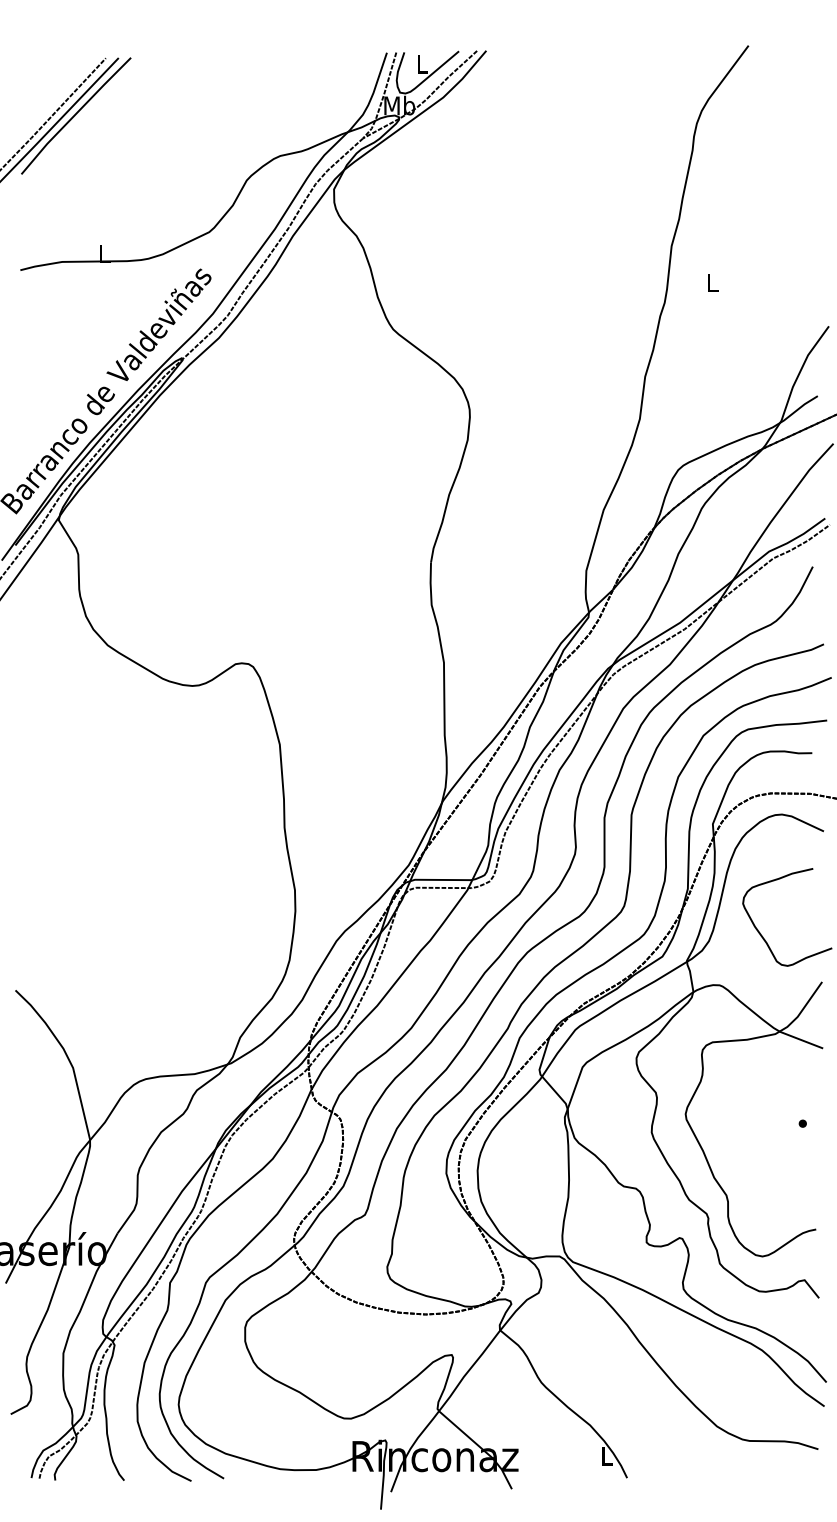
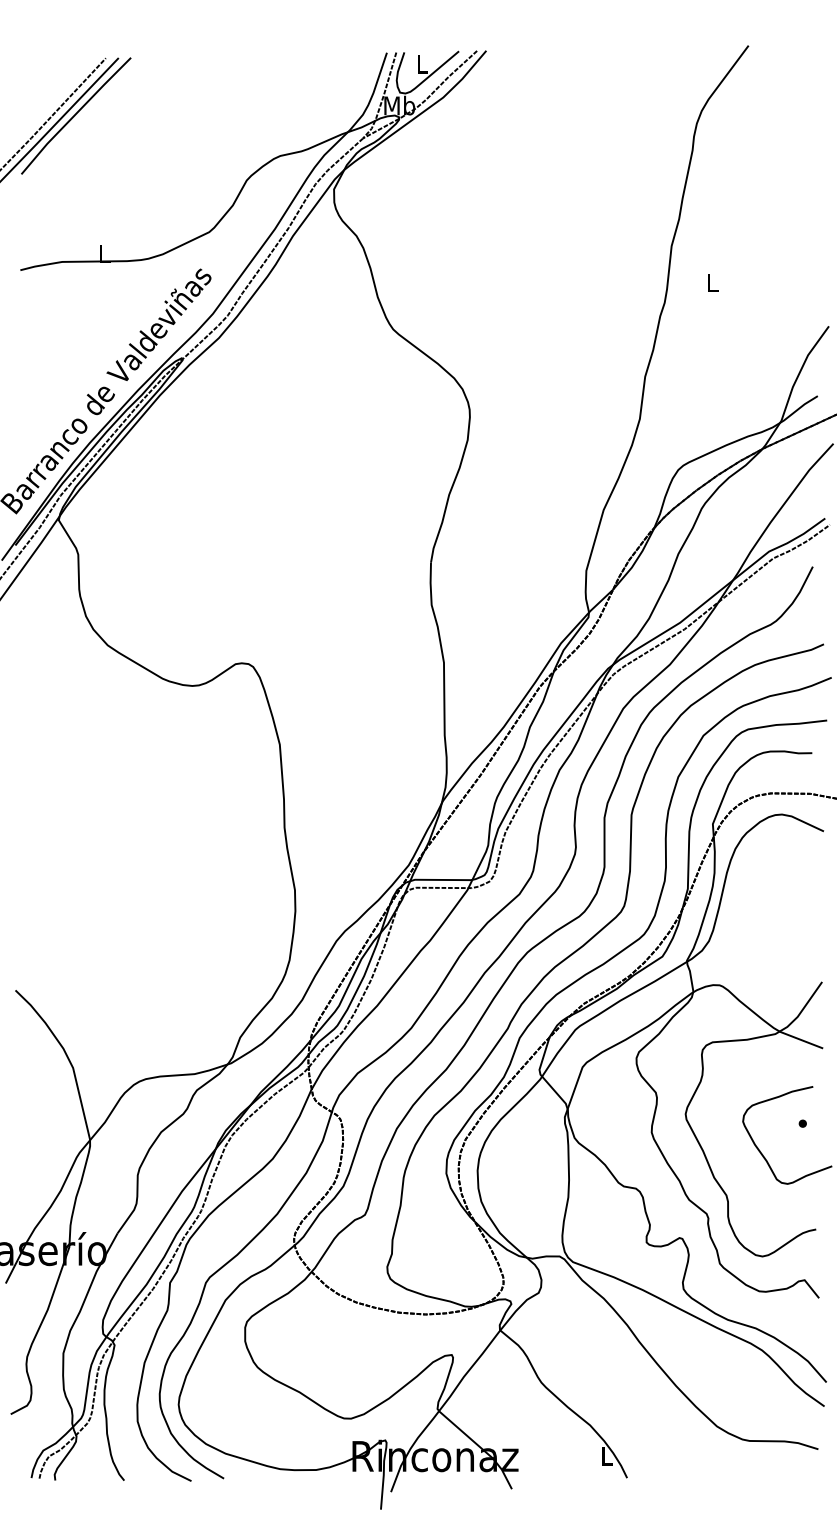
curve at (763, 936) position: (763, 936) -> (763, 1154)
